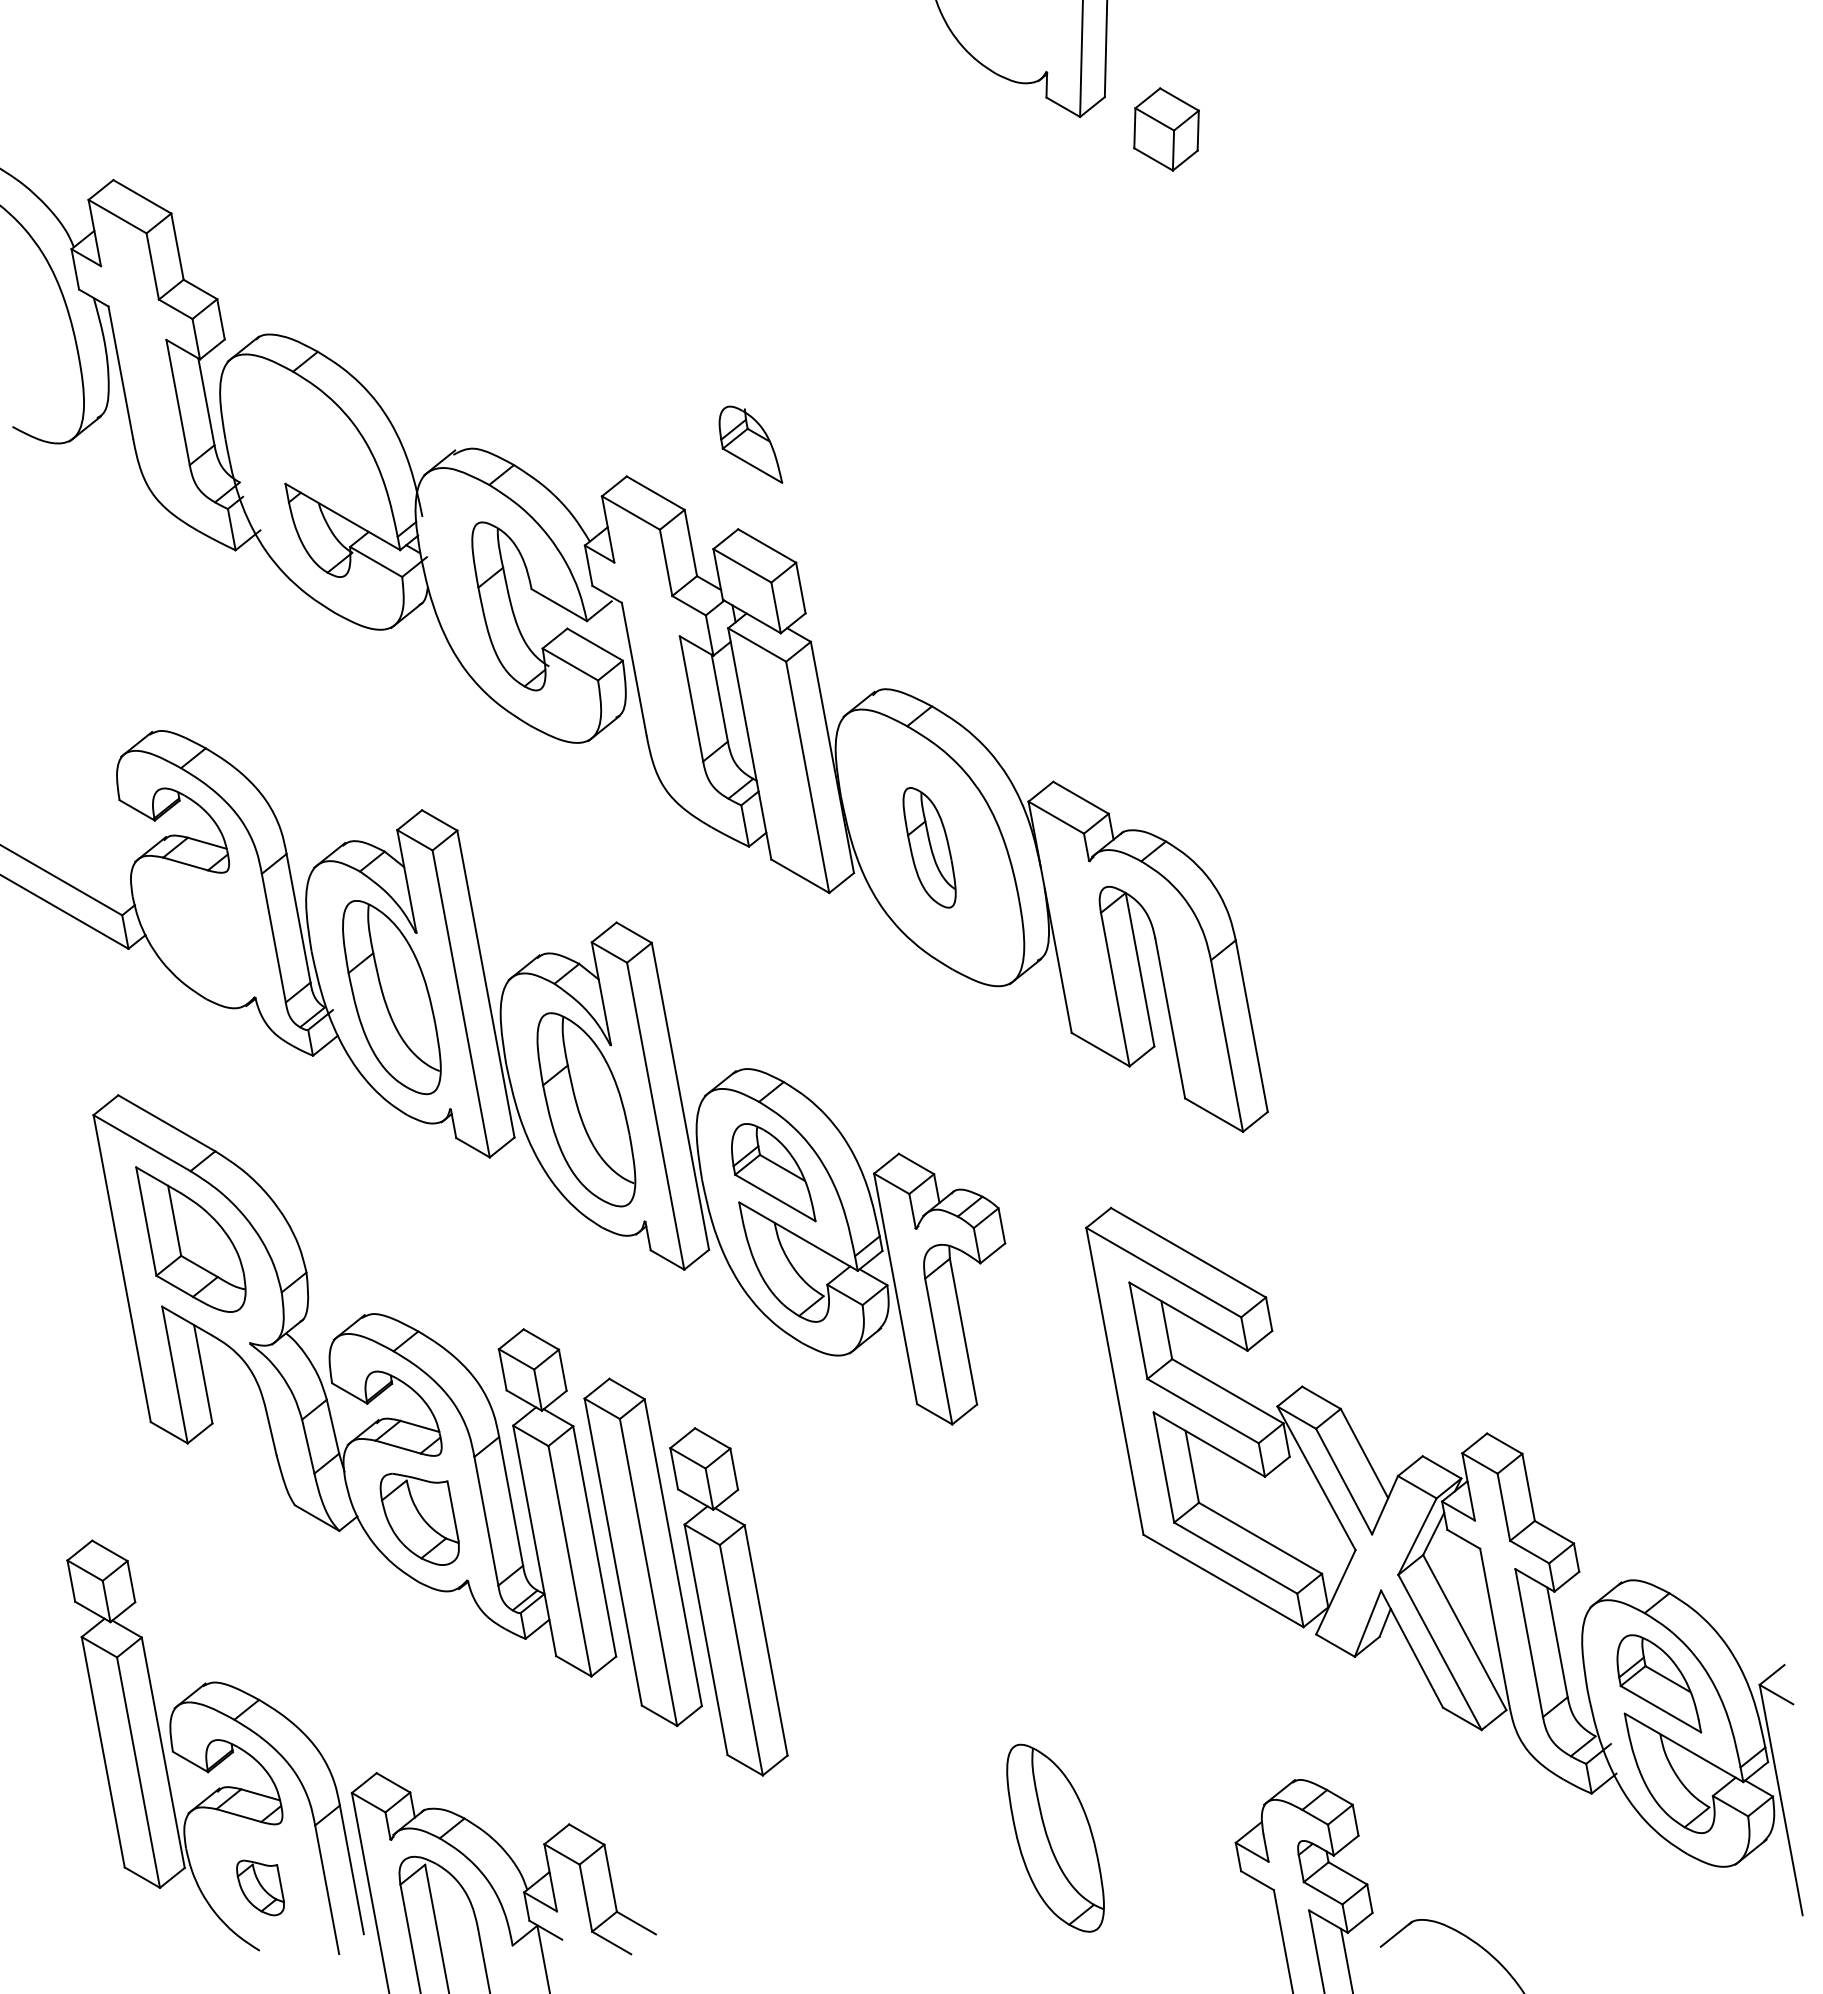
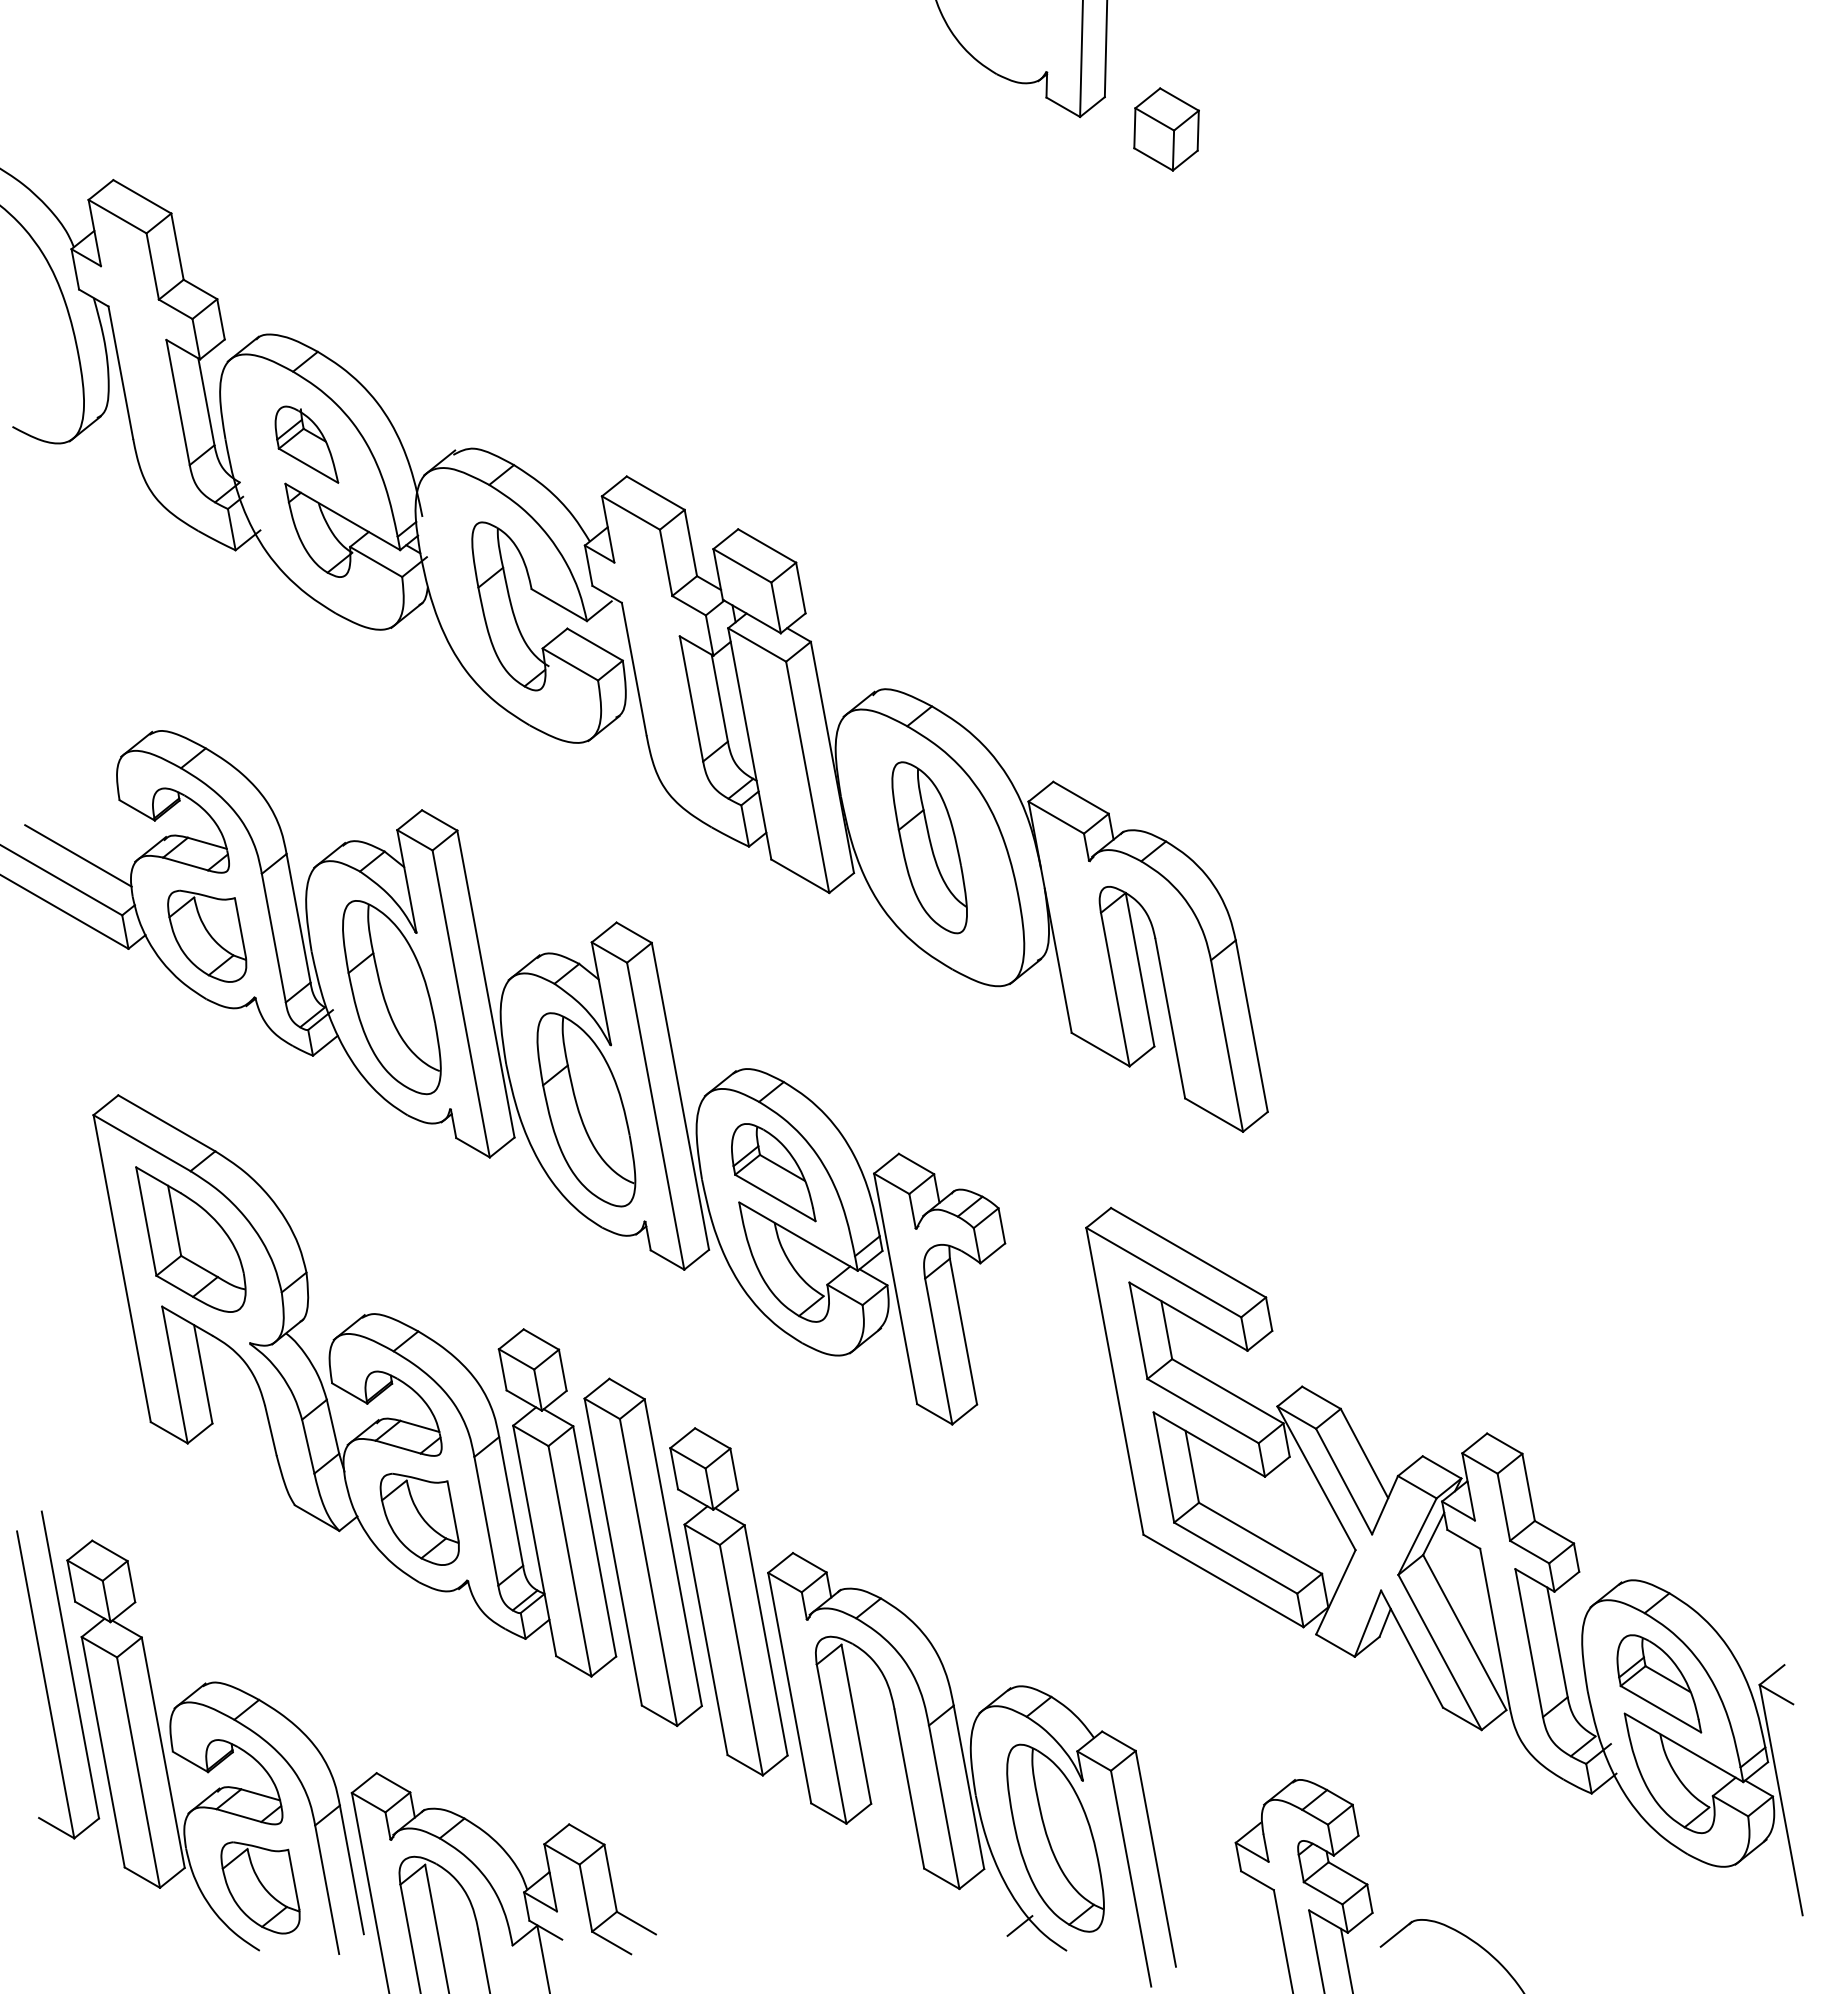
part at (750, 444) position: (750, 444) -> (306, 444)
part at (929, 847) size: 55x122 px -> 77x174 px
line at (78, 855): none -> present
part at (207, 935): none -> present
part at (70, 1672): none -> present
part at (971, 1769): none -> present
part at (260, 1887) size: 49x58 px -> 81x94 px
